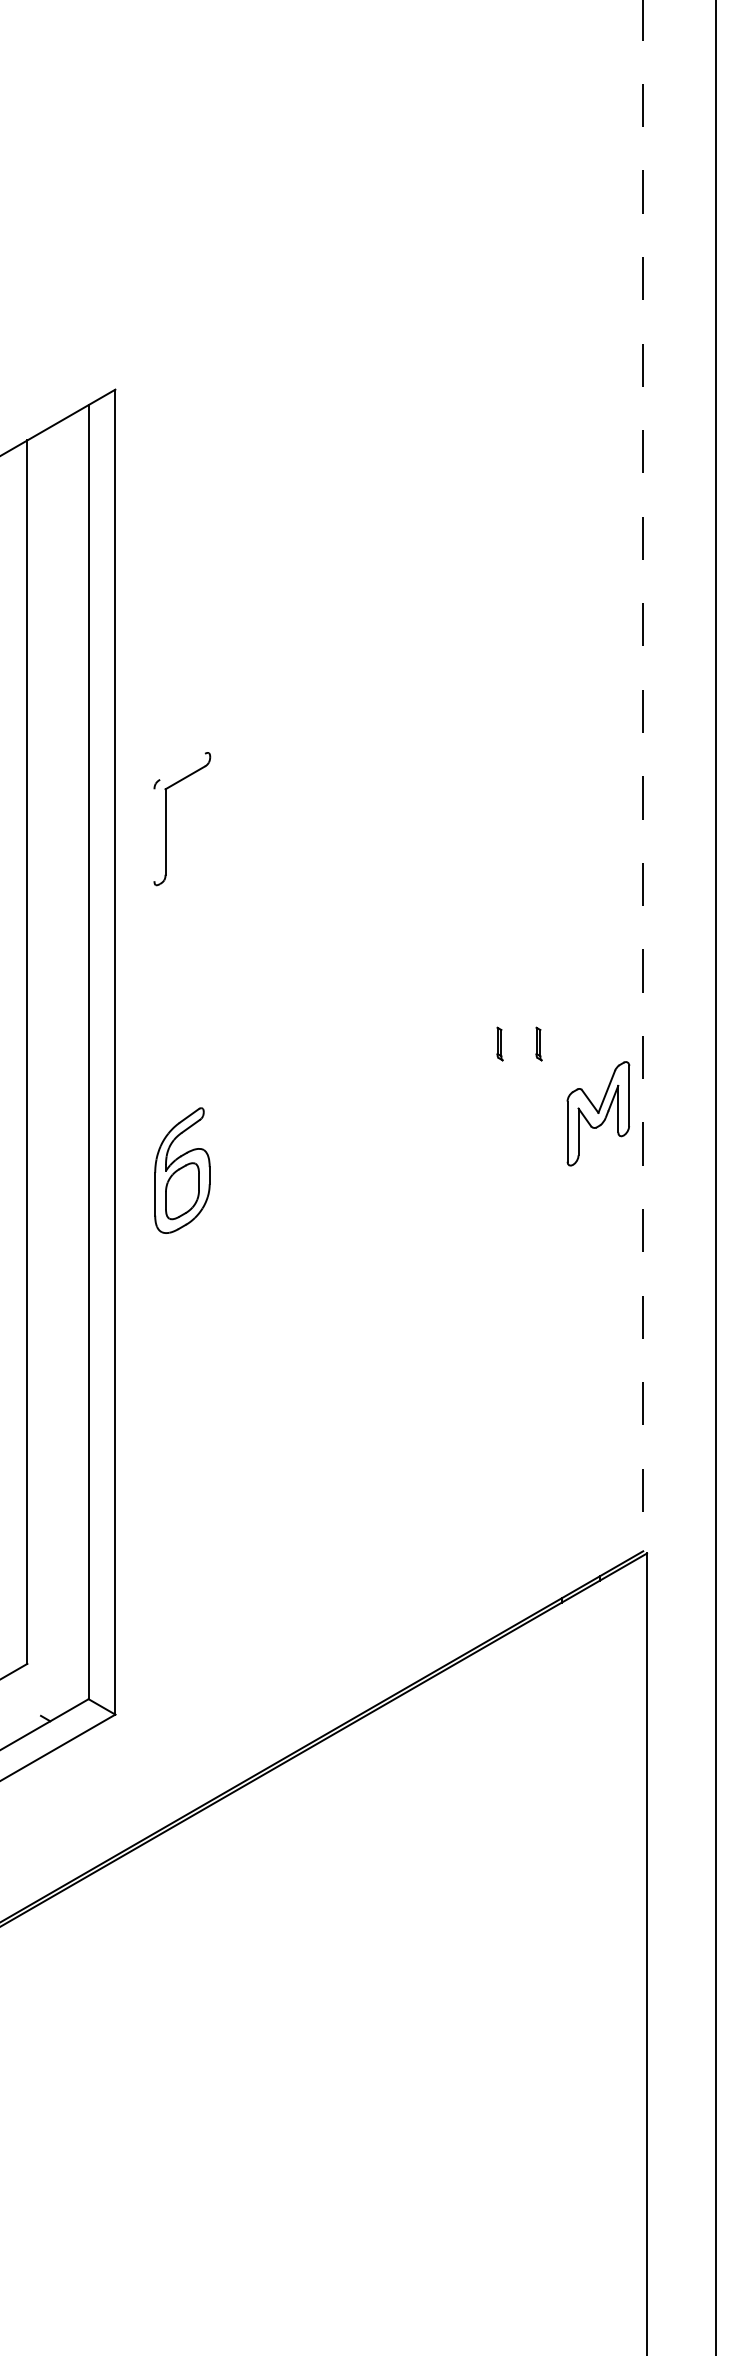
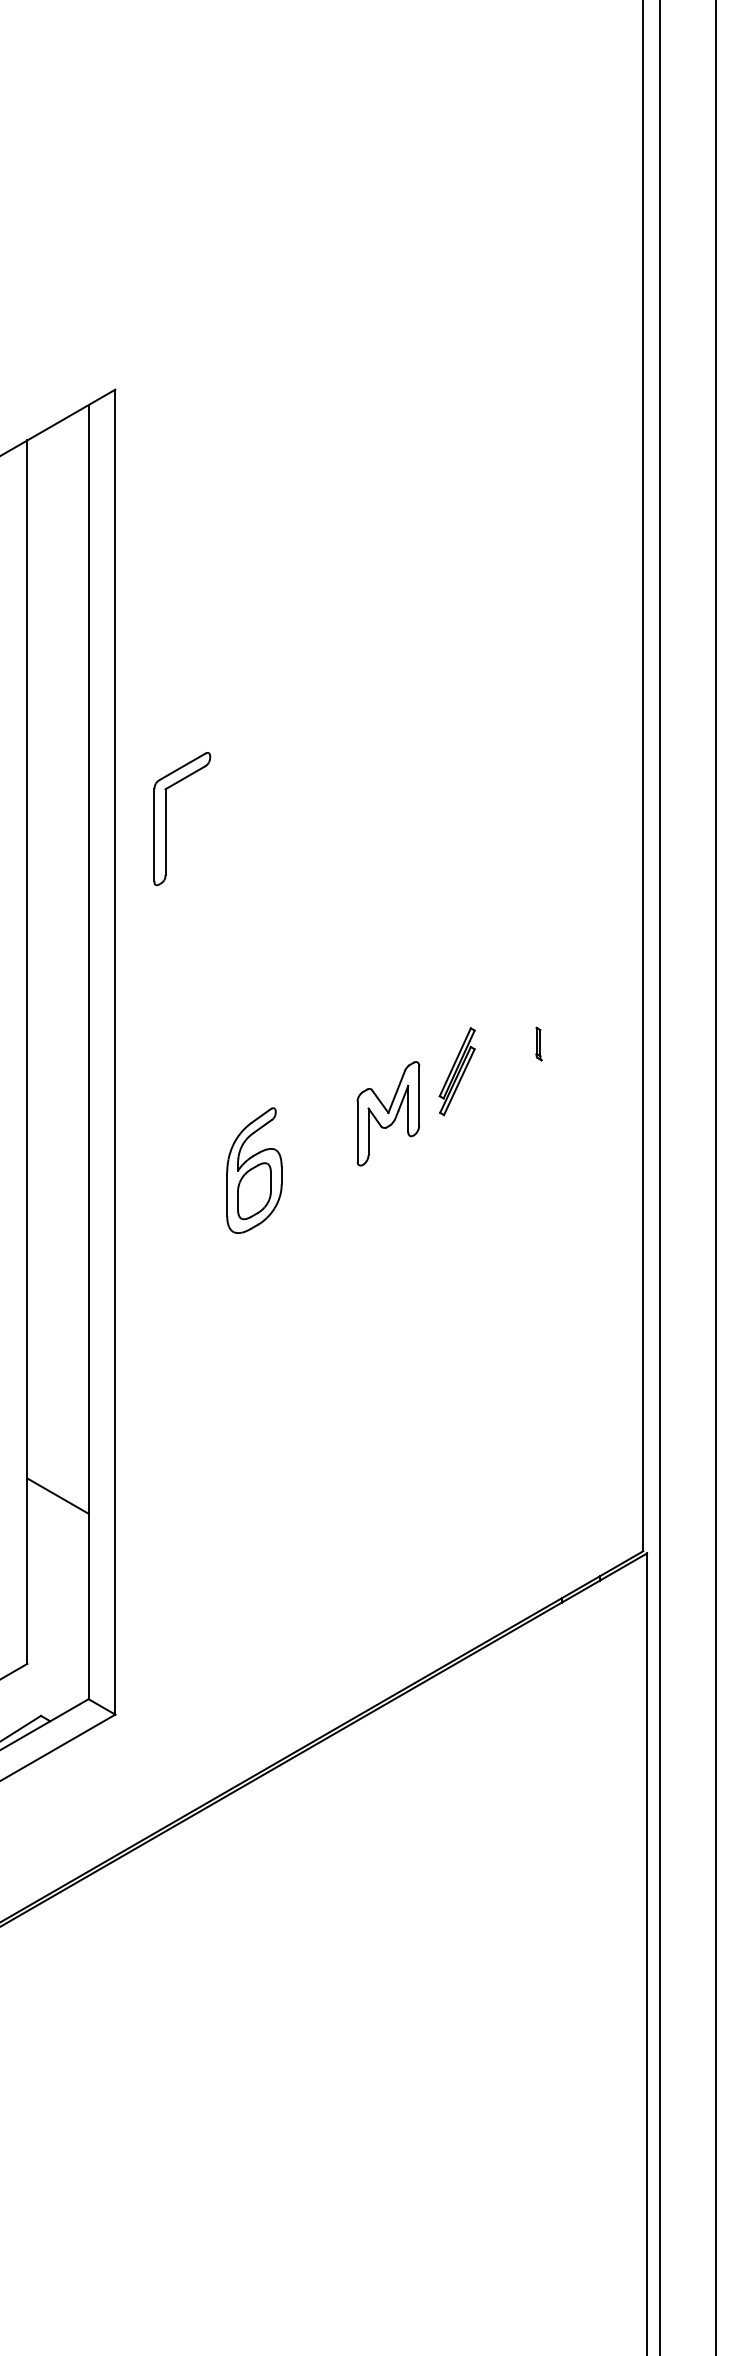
line at (182, 766): none -> present
line at (643, 776): dashed -> solid
line at (154, 835): none -> present
part at (499, 1043): present -> none
part at (456, 1071): none -> present
part at (598, 1113) position: (598, 1113) -> (388, 1113)
part at (182, 1170) position: (182, 1170) -> (254, 1170)
line at (659, 1177): none -> present
line at (57, 1495): none -> present
line at (21, 1727): none -> present
